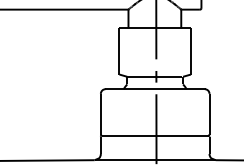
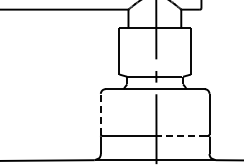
line at (100, 113): solid -> dashed
line at (180, 135): solid -> dashed
